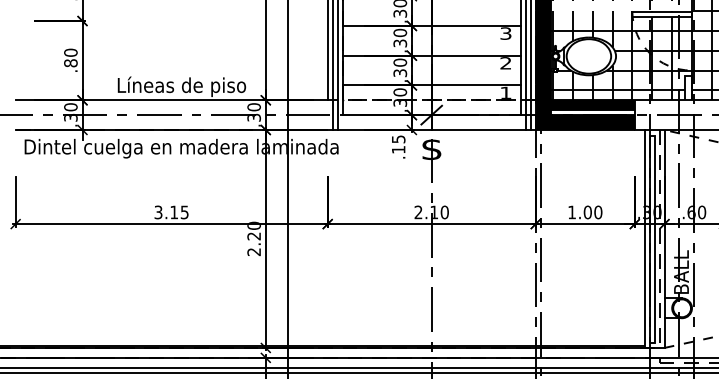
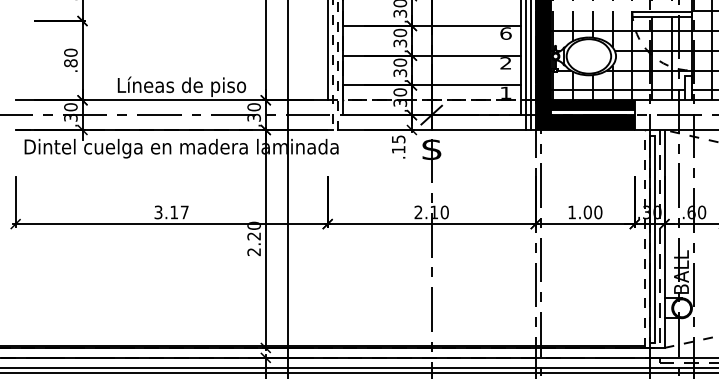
text at (505, 33): 3 -> 6
line at (334, 130): solid -> dashed
text at (184, 212): 3.15 -> 3.17
line at (644, 238): solid -> dashed
